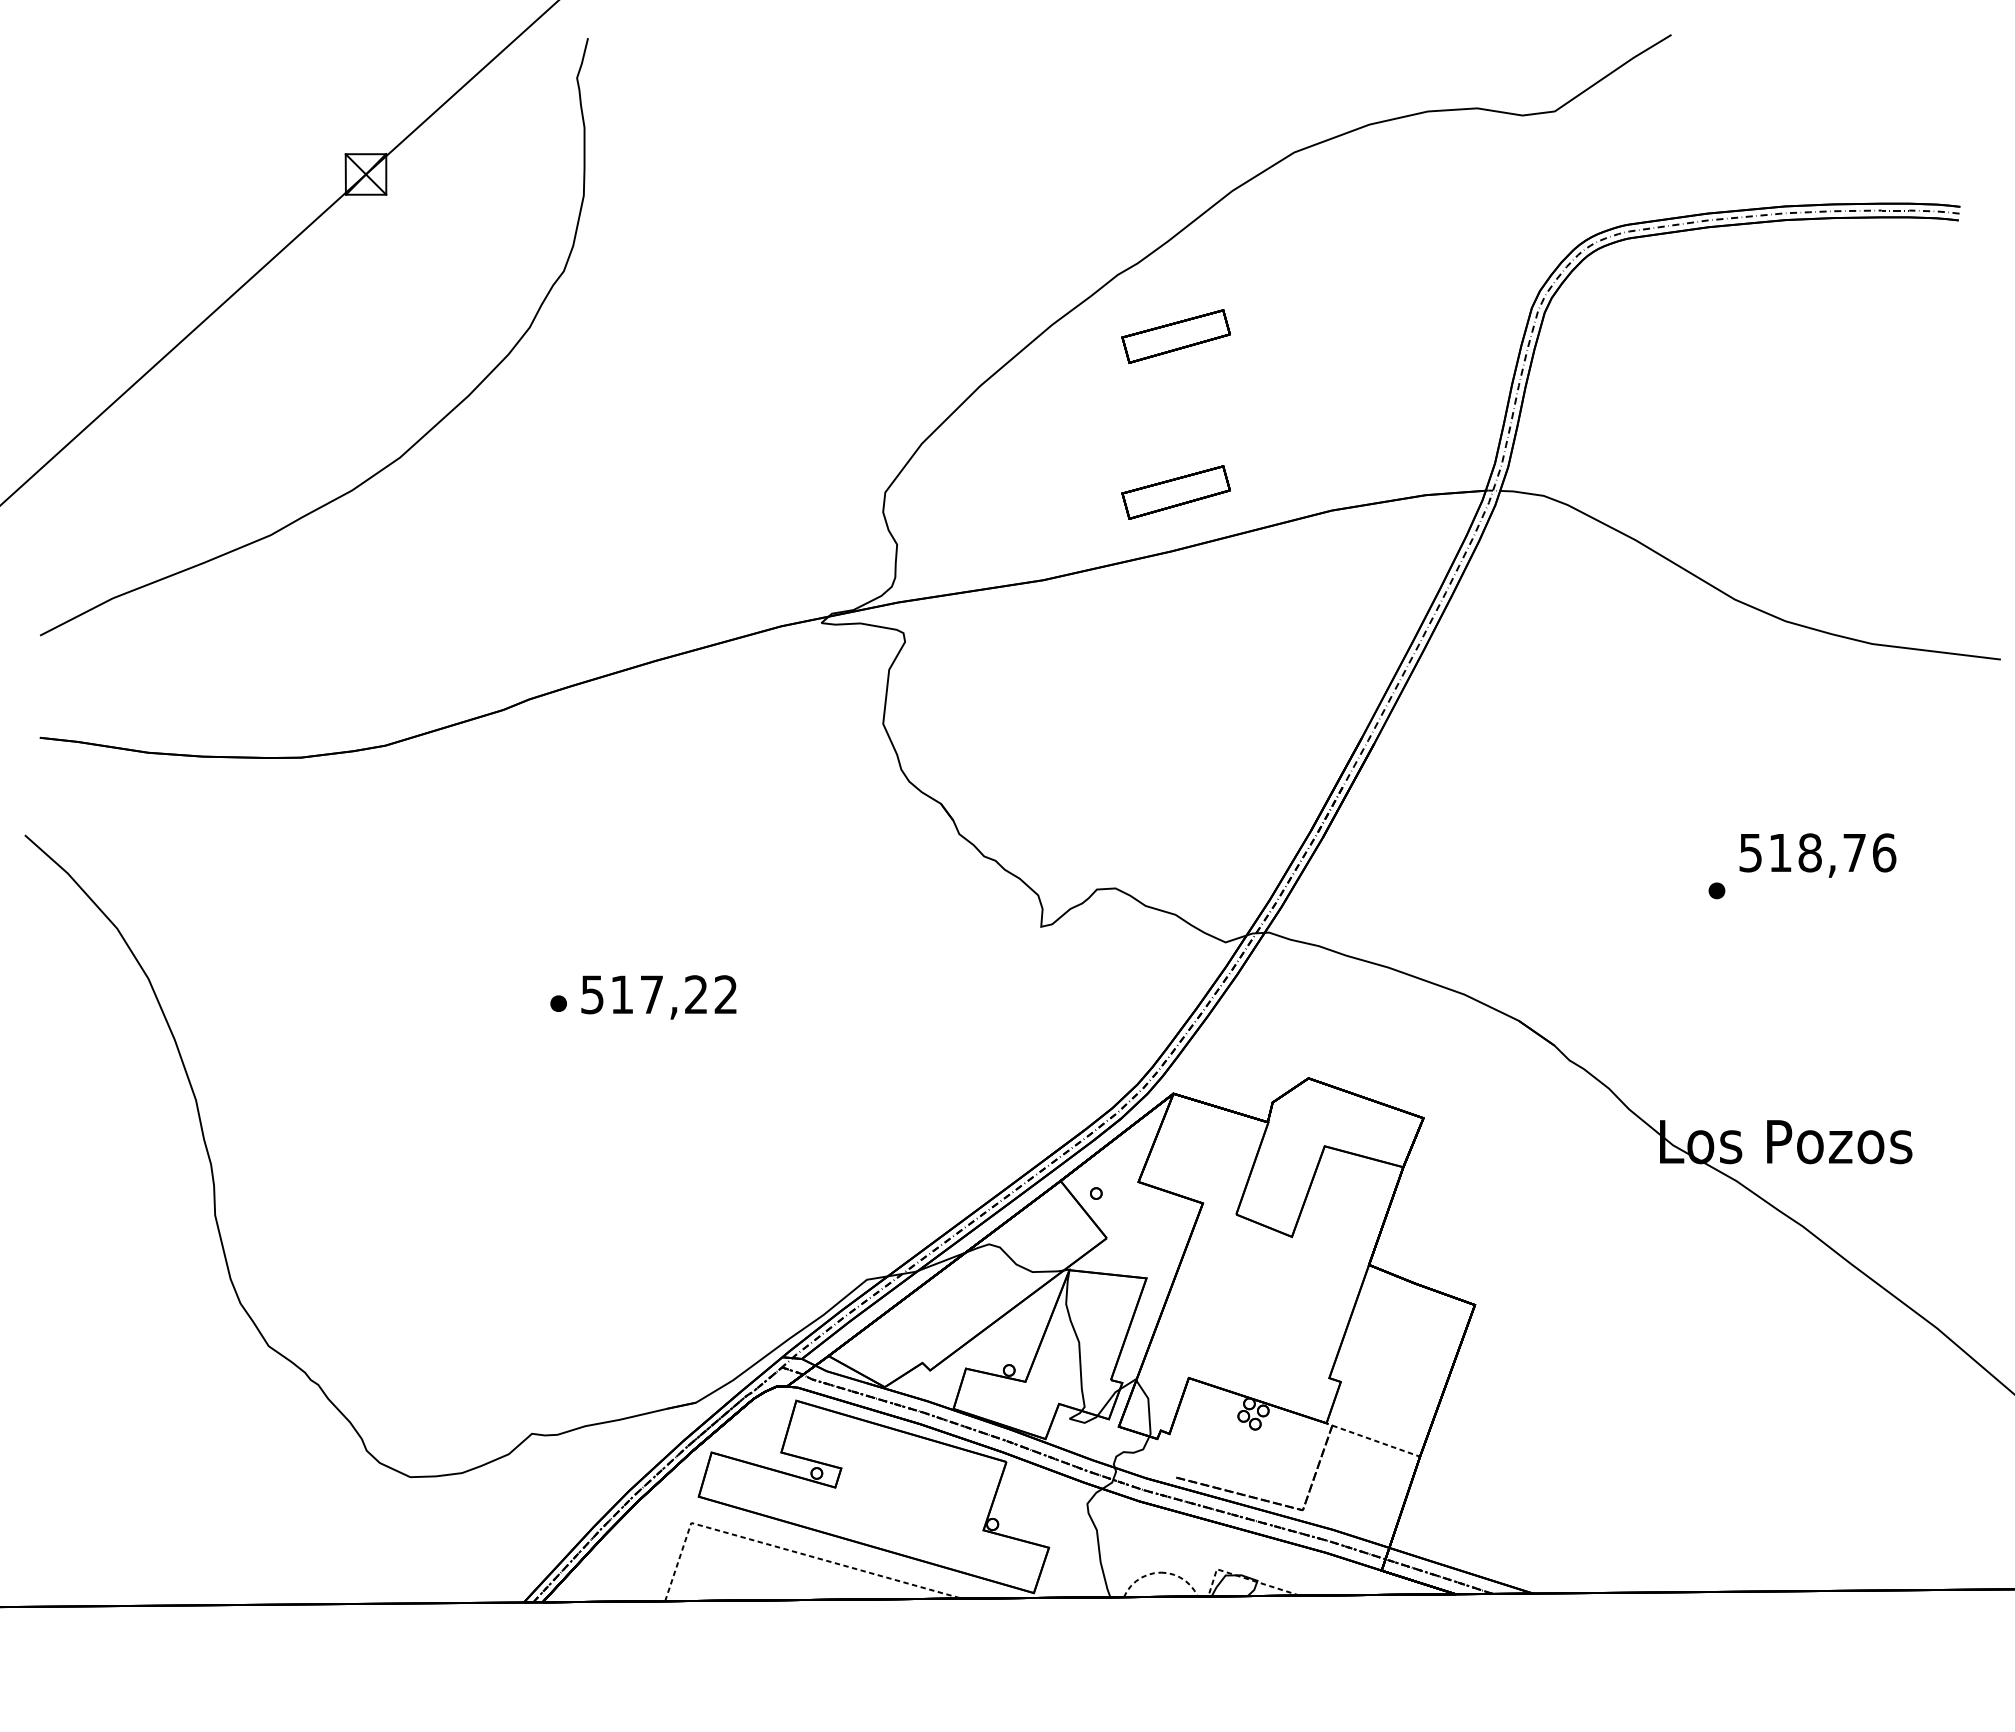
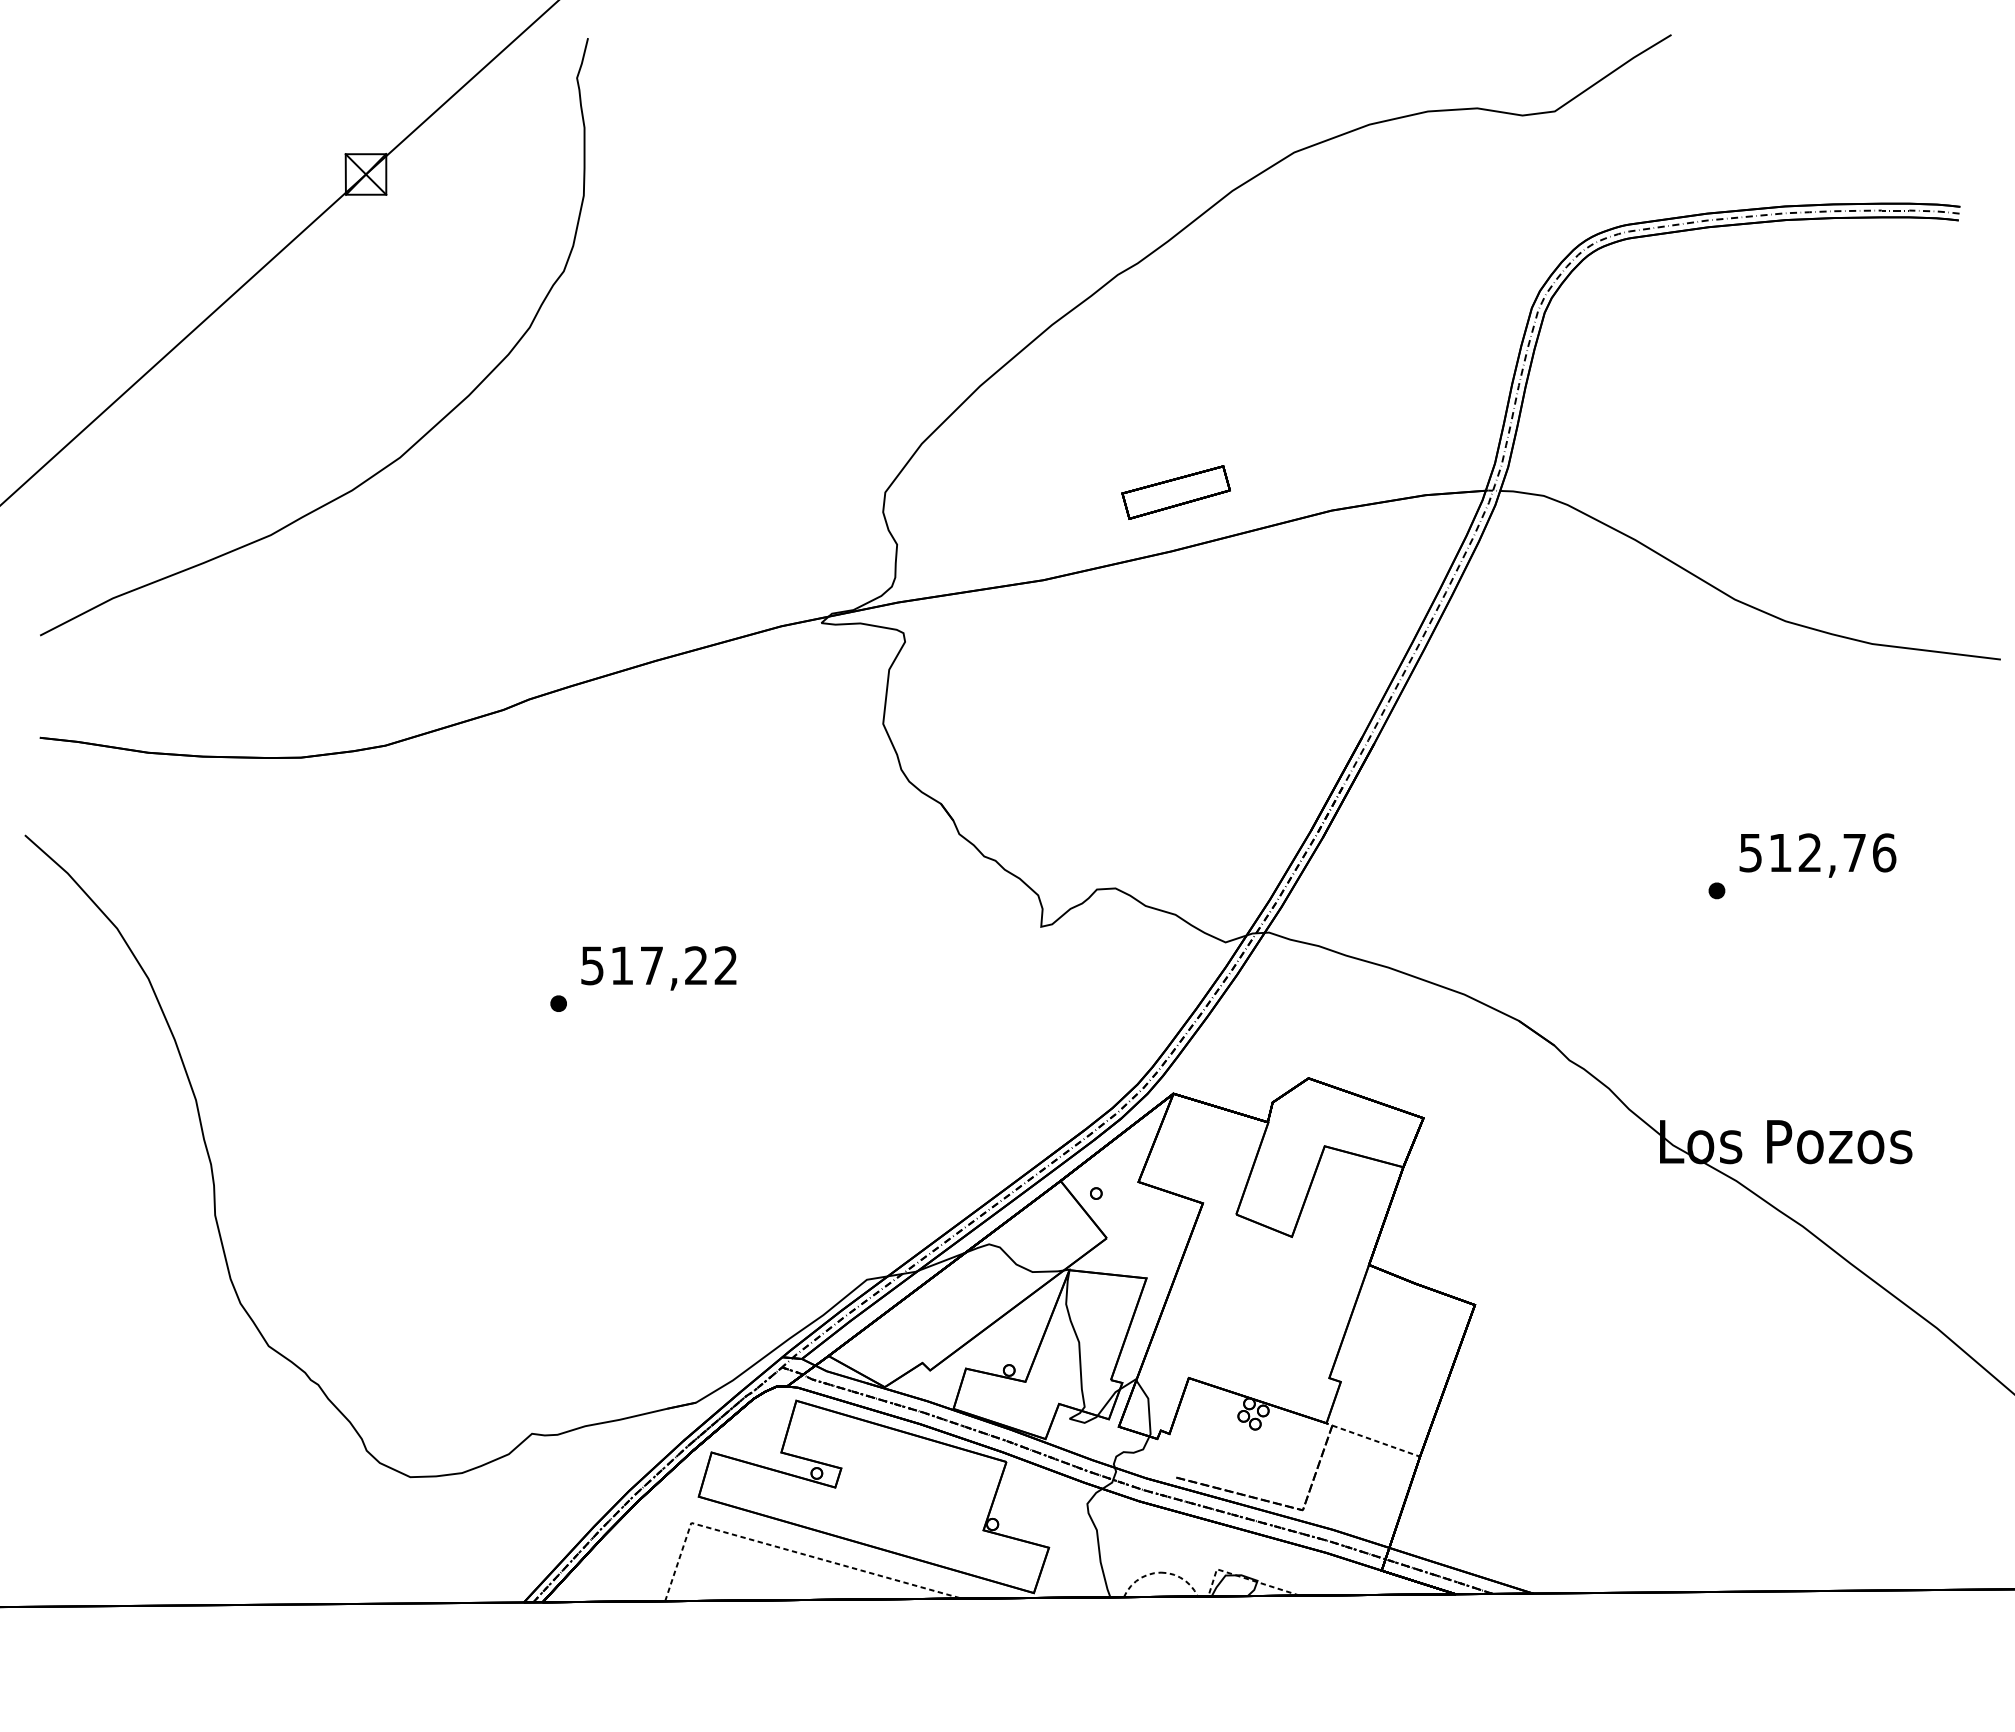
part at (1175, 336): present -> none
text at (1809, 852): 518,76 -> 512,76
text at (658, 997) position: (658, 997) -> (658, 968)
